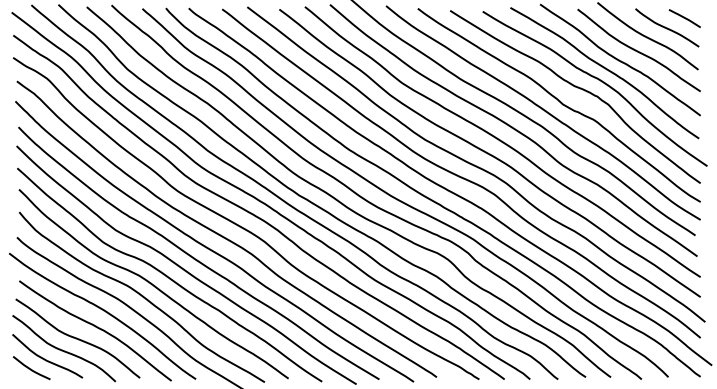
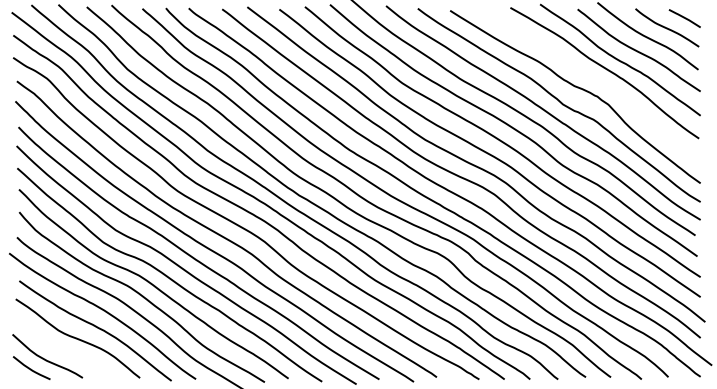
curve at (598, 80): present -> none
curve at (64, 350): present -> none
